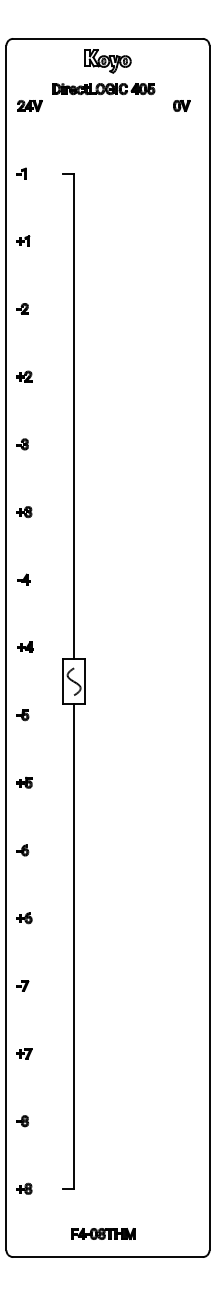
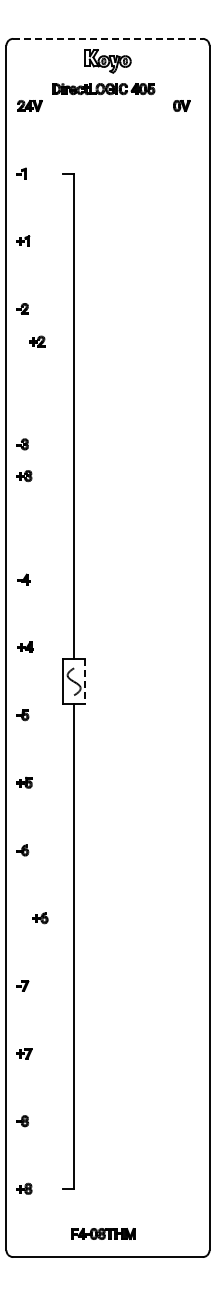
line at (107, 38): solid -> dashed
part at (24, 376) position: (24, 376) -> (37, 341)
part at (24, 512) position: (24, 512) -> (24, 476)
line at (85, 681): solid -> dashed
part at (24, 918) position: (24, 918) -> (40, 918)
